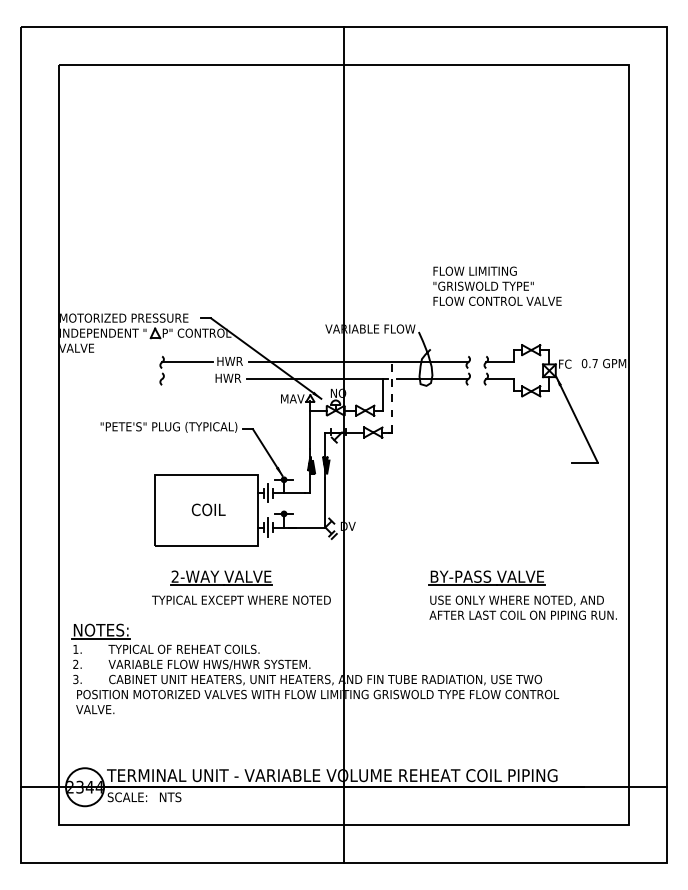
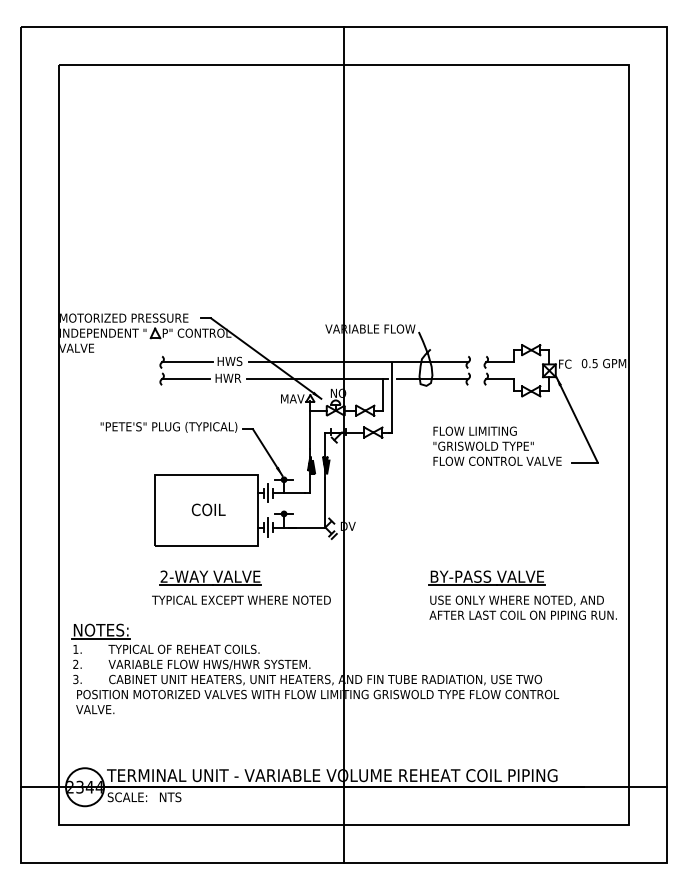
text at (497, 285) position: (497, 285) -> (497, 445)
text at (229, 360): HWR -> HWS
text at (594, 363): 0.7 -> 0.5
line at (186, 379): none -> present
line at (392, 397): dashed -> solid
part at (221, 577) position: (221, 577) -> (210, 577)
